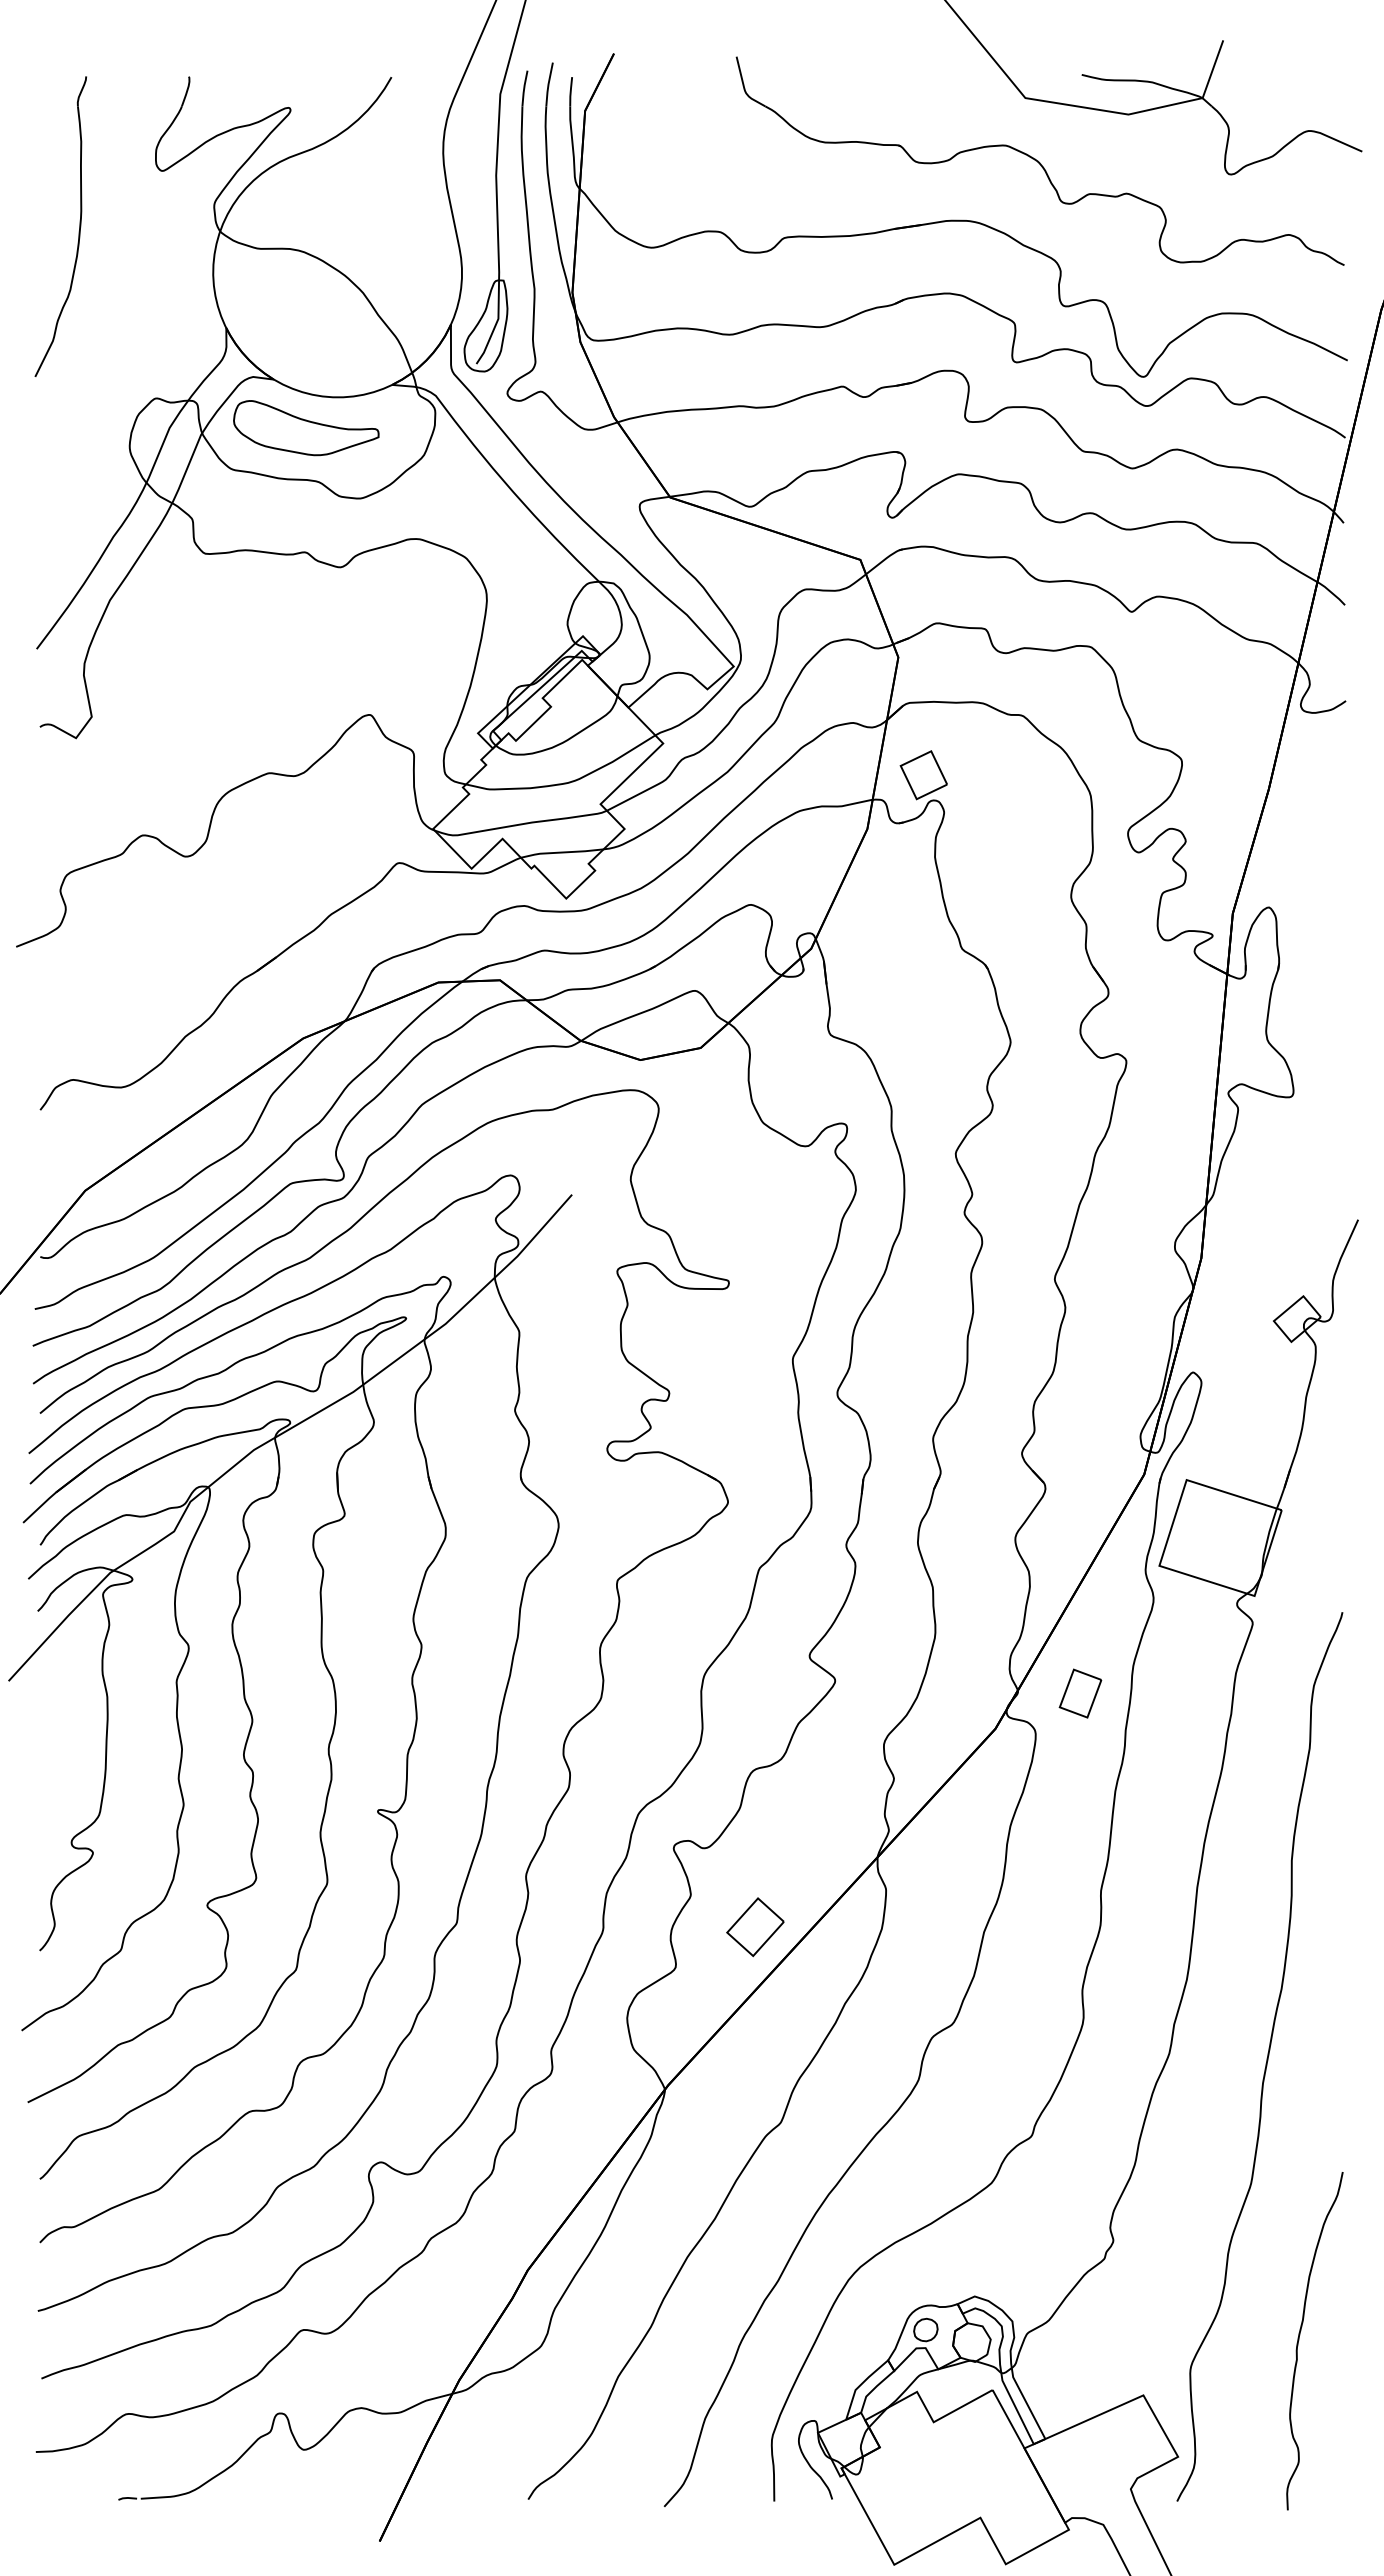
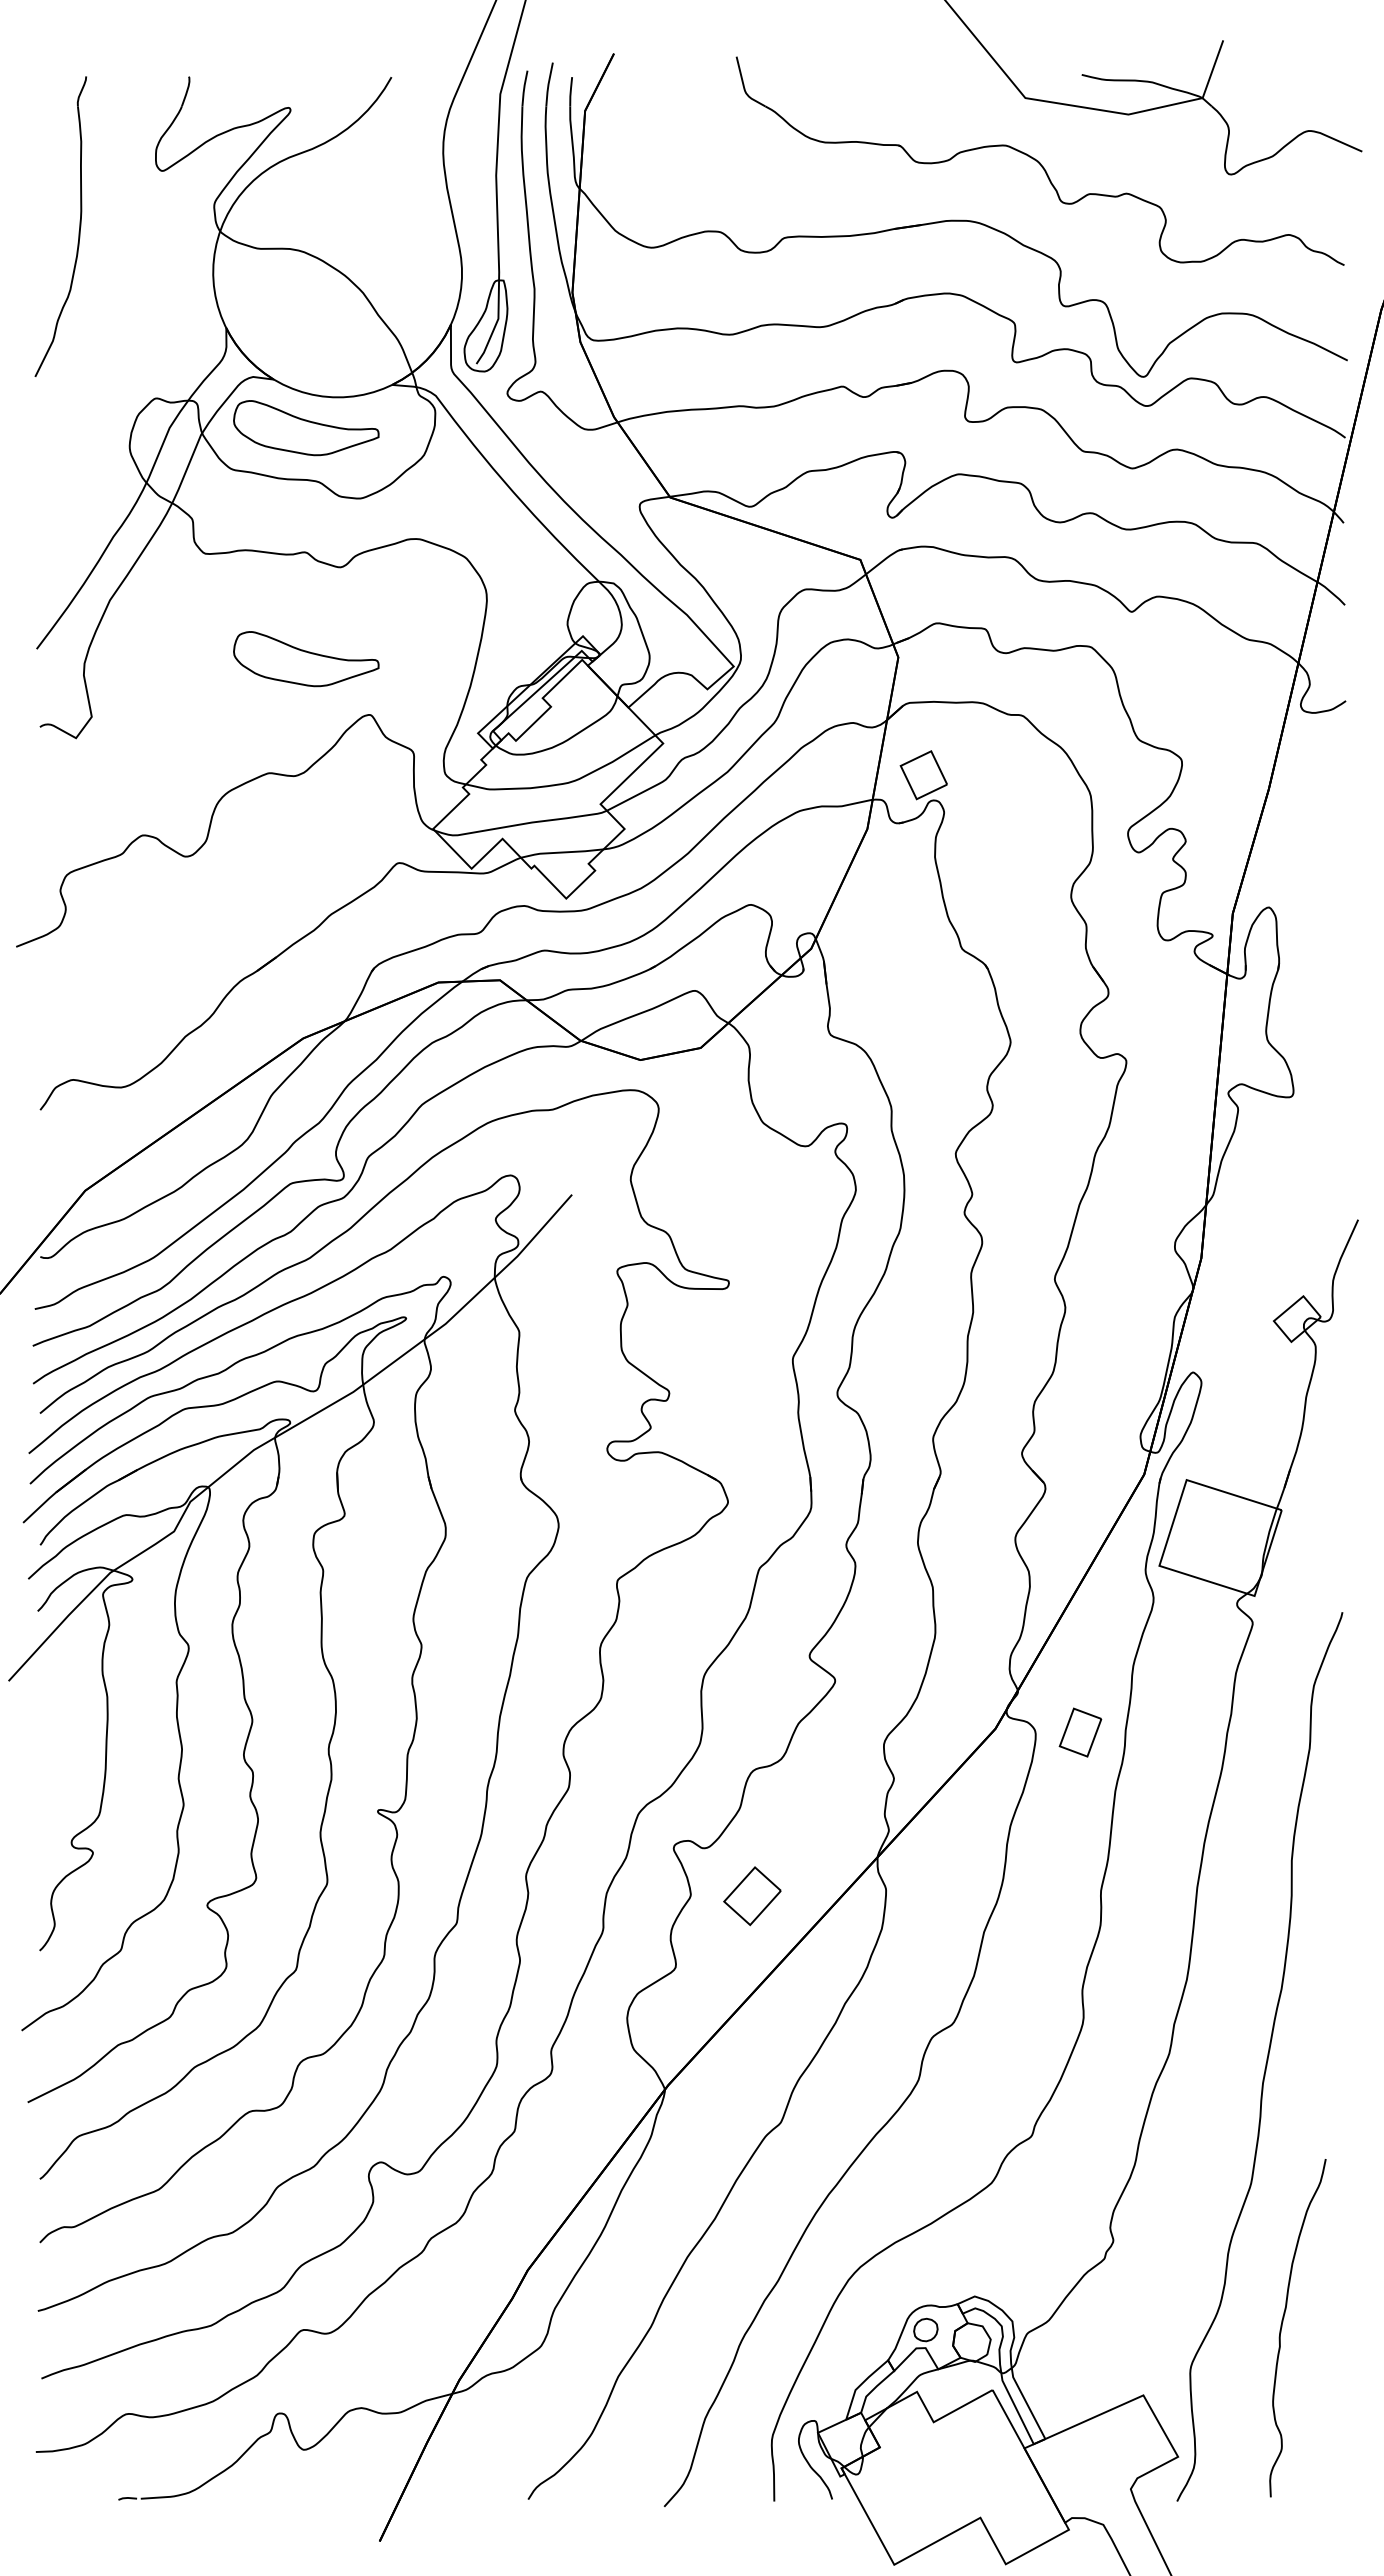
part at (306, 659): none -> present
part at (1080, 1693) position: (1080, 1693) -> (1080, 1732)
part at (755, 1927) position: (755, 1927) -> (752, 1896)
curve at (1299, 2340) position: (1299, 2340) -> (1282, 2327)
